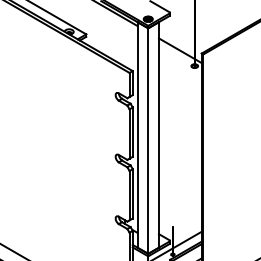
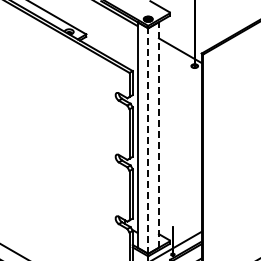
line at (158, 134): solid -> dashed
line at (148, 141): solid -> dashed
